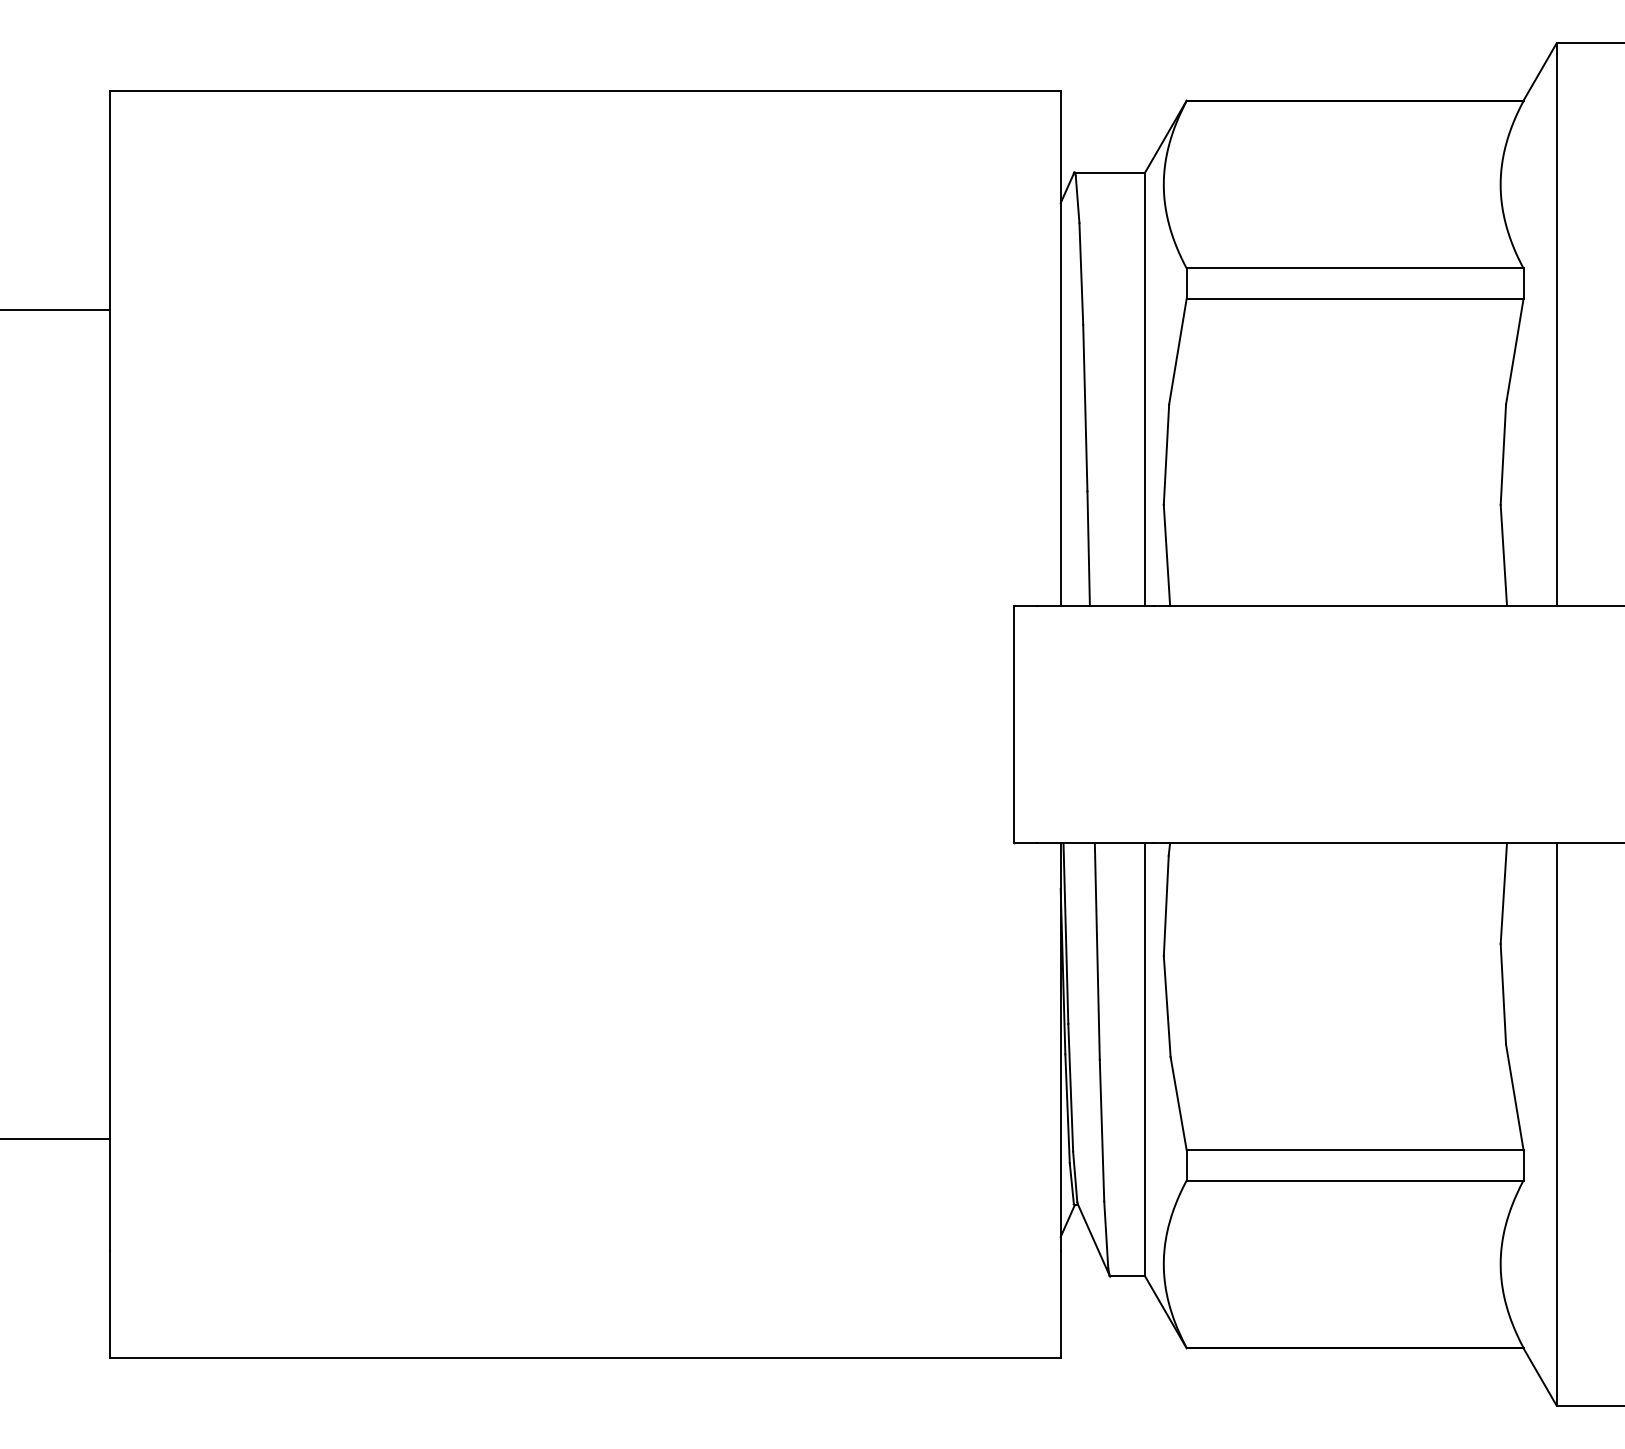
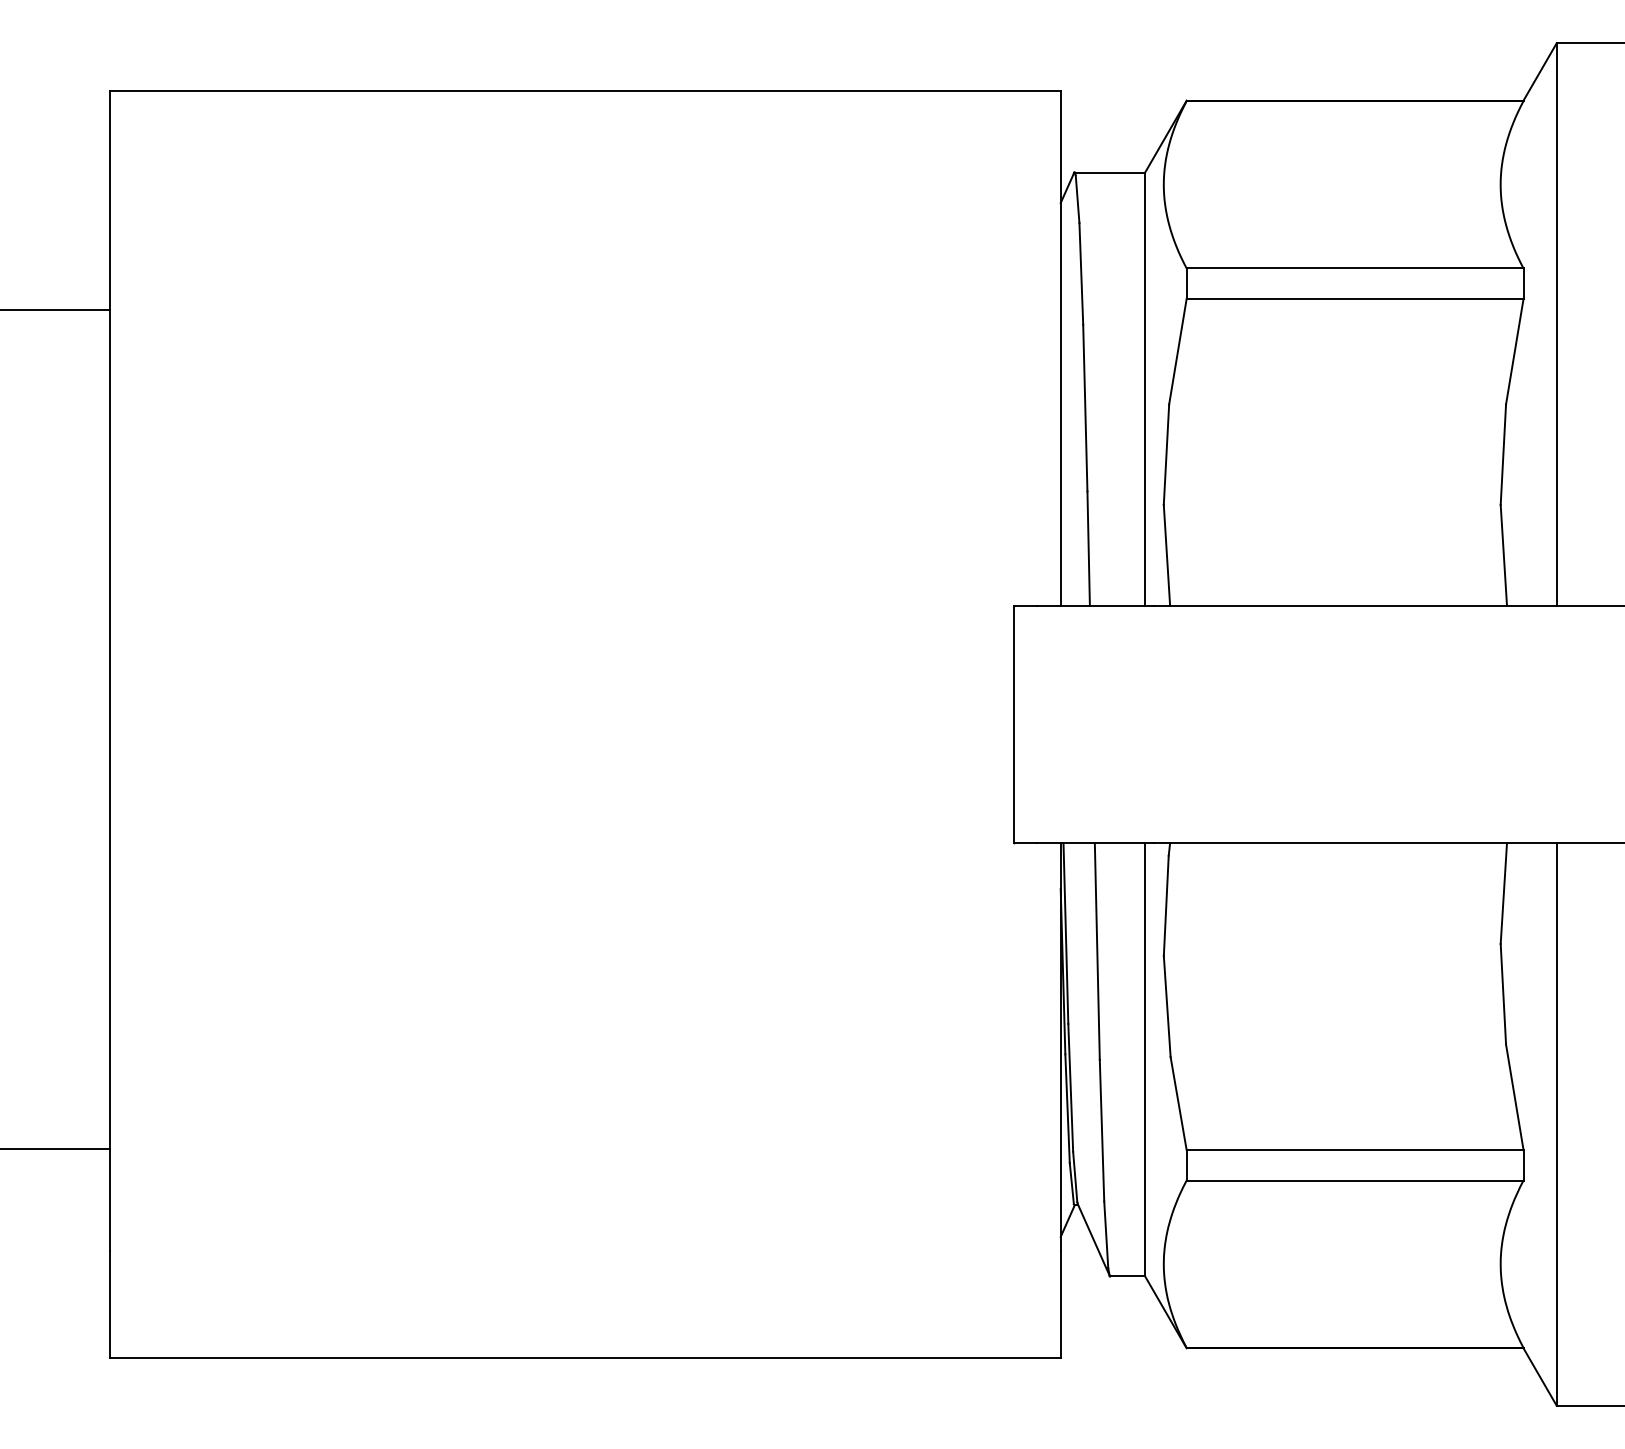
line at (56, 1139) position: (56, 1139) -> (56, 1149)
